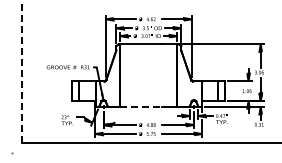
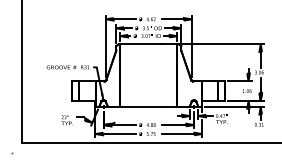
line at (21, 71): dashed -> solid
line at (141, 106): dashed -> solid
